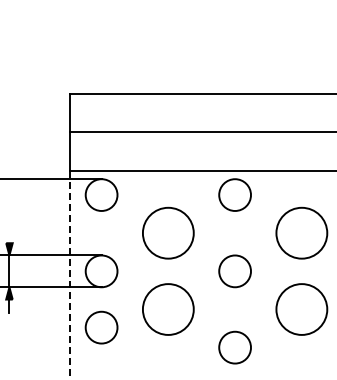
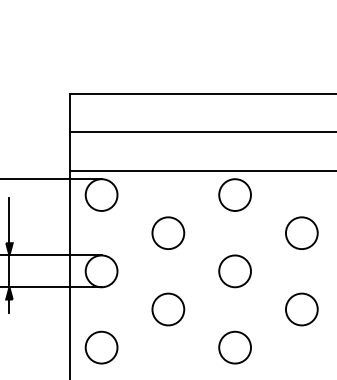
line at (9, 220): none -> present
circle at (167, 232) diameter: 51 px -> 32 px
circle at (301, 232) diameter: 51 px -> 32 px
line at (69, 274): dashed -> solid
circle at (167, 309) diameter: 51 px -> 32 px
circle at (301, 309) diameter: 51 px -> 32 px
circle at (101, 327) position: (101, 327) -> (101, 347)
